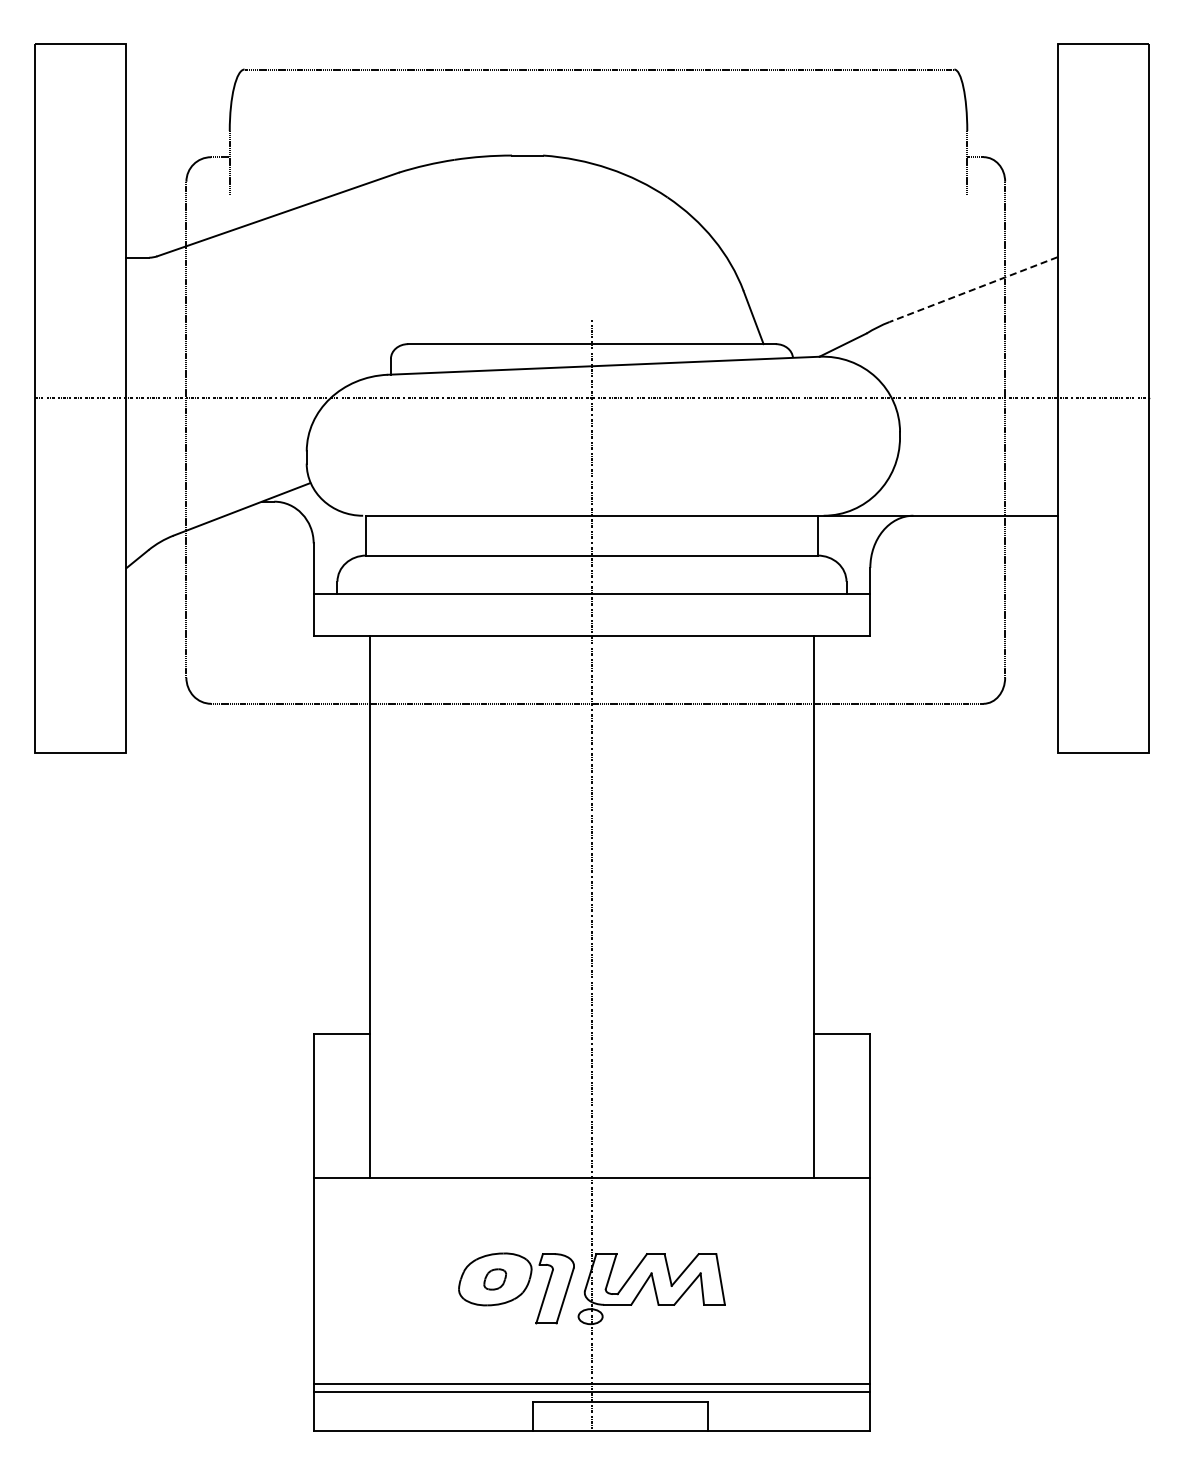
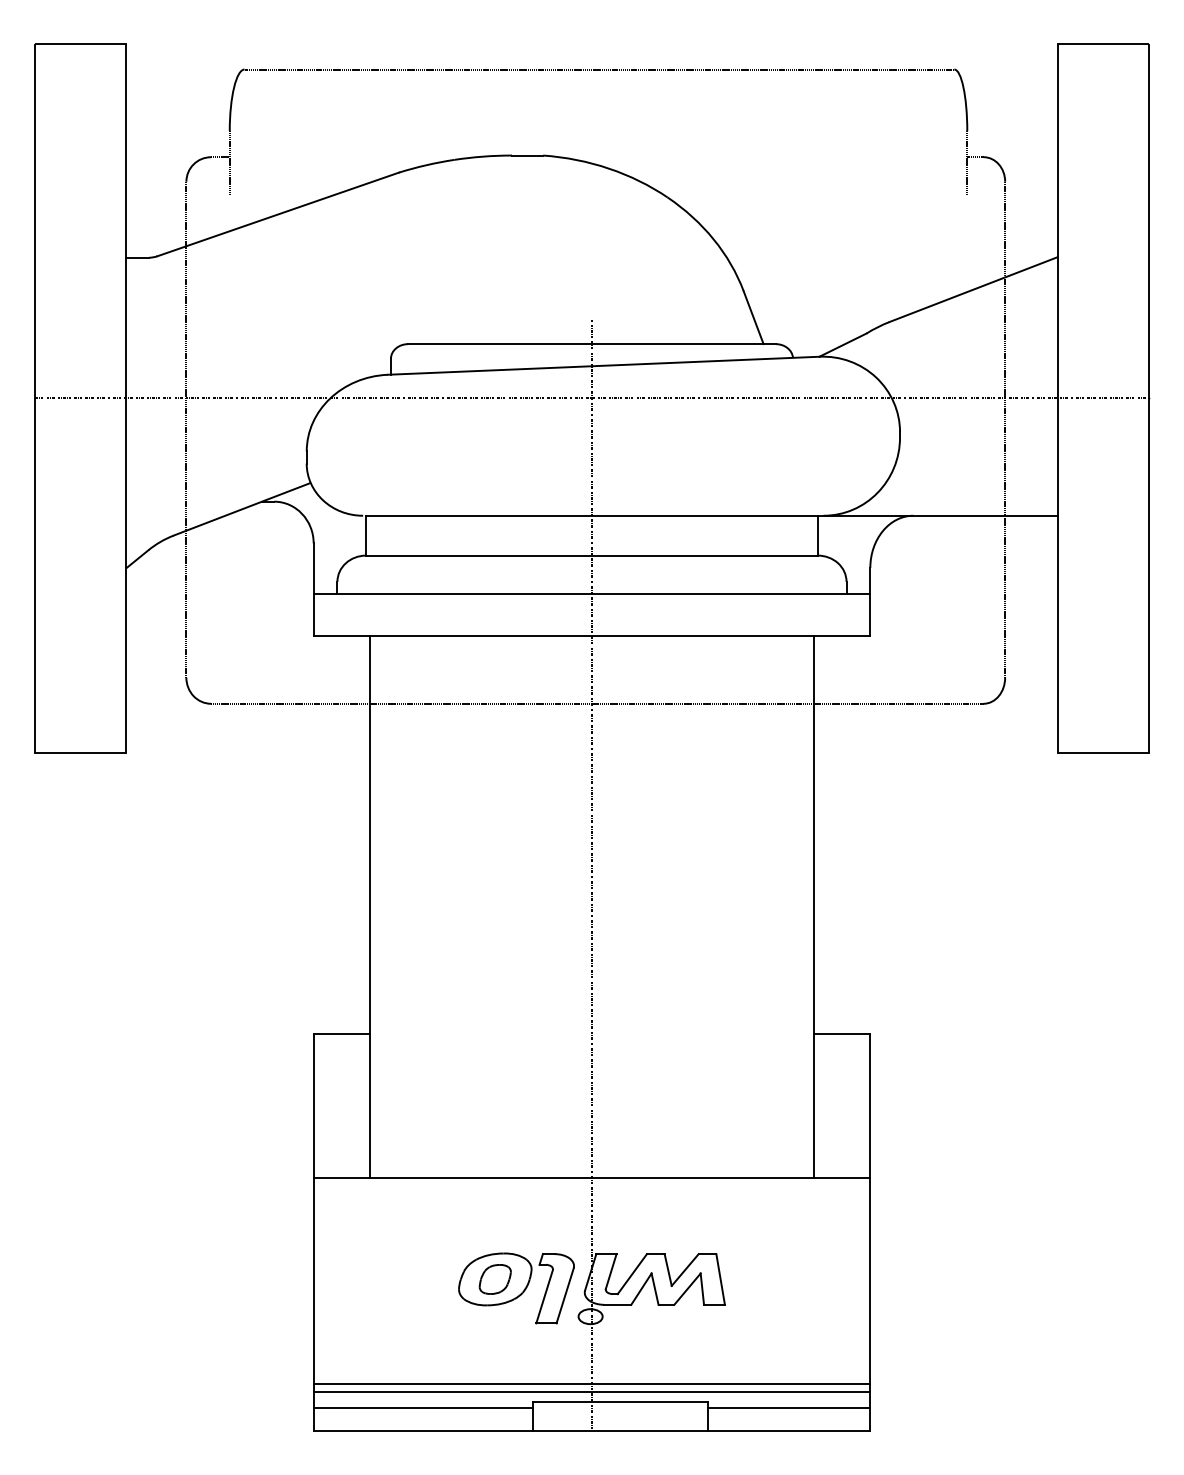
line at (973, 289): dashed -> solid
part at (494, 1279) size: 24x23 px -> 34x31 px
line at (422, 1408): none -> present
line at (789, 1408): none -> present
